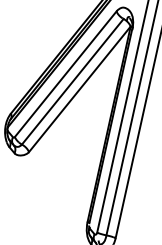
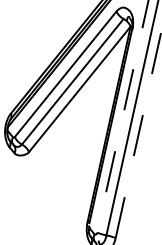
line at (122, 116): solid -> dashed
line at (138, 132): solid -> dashed
